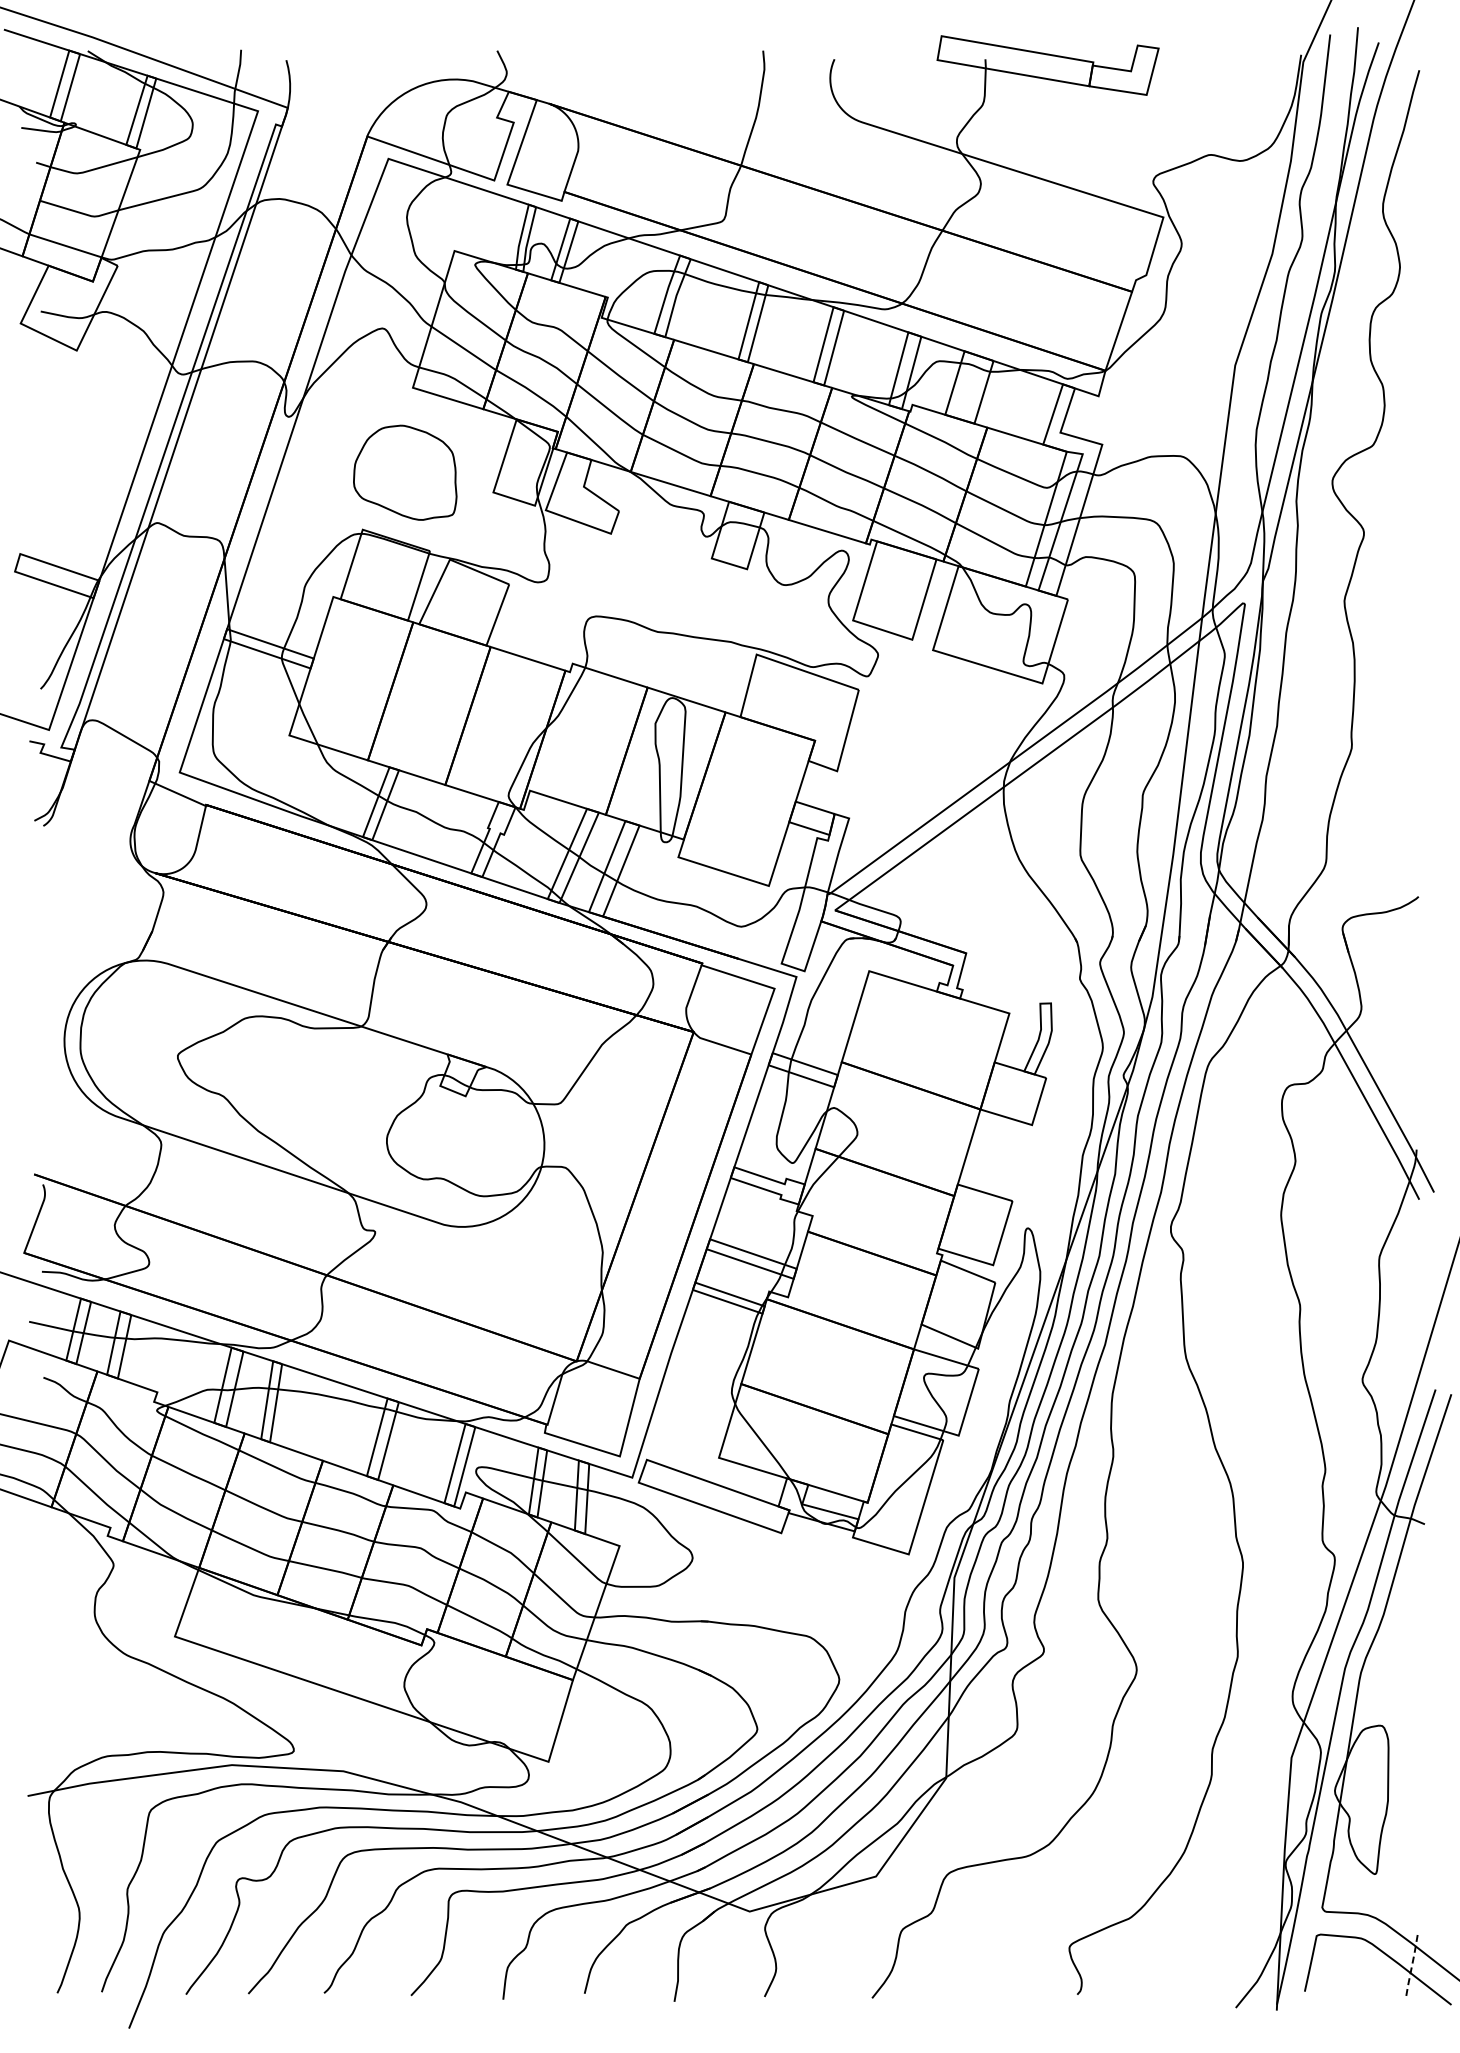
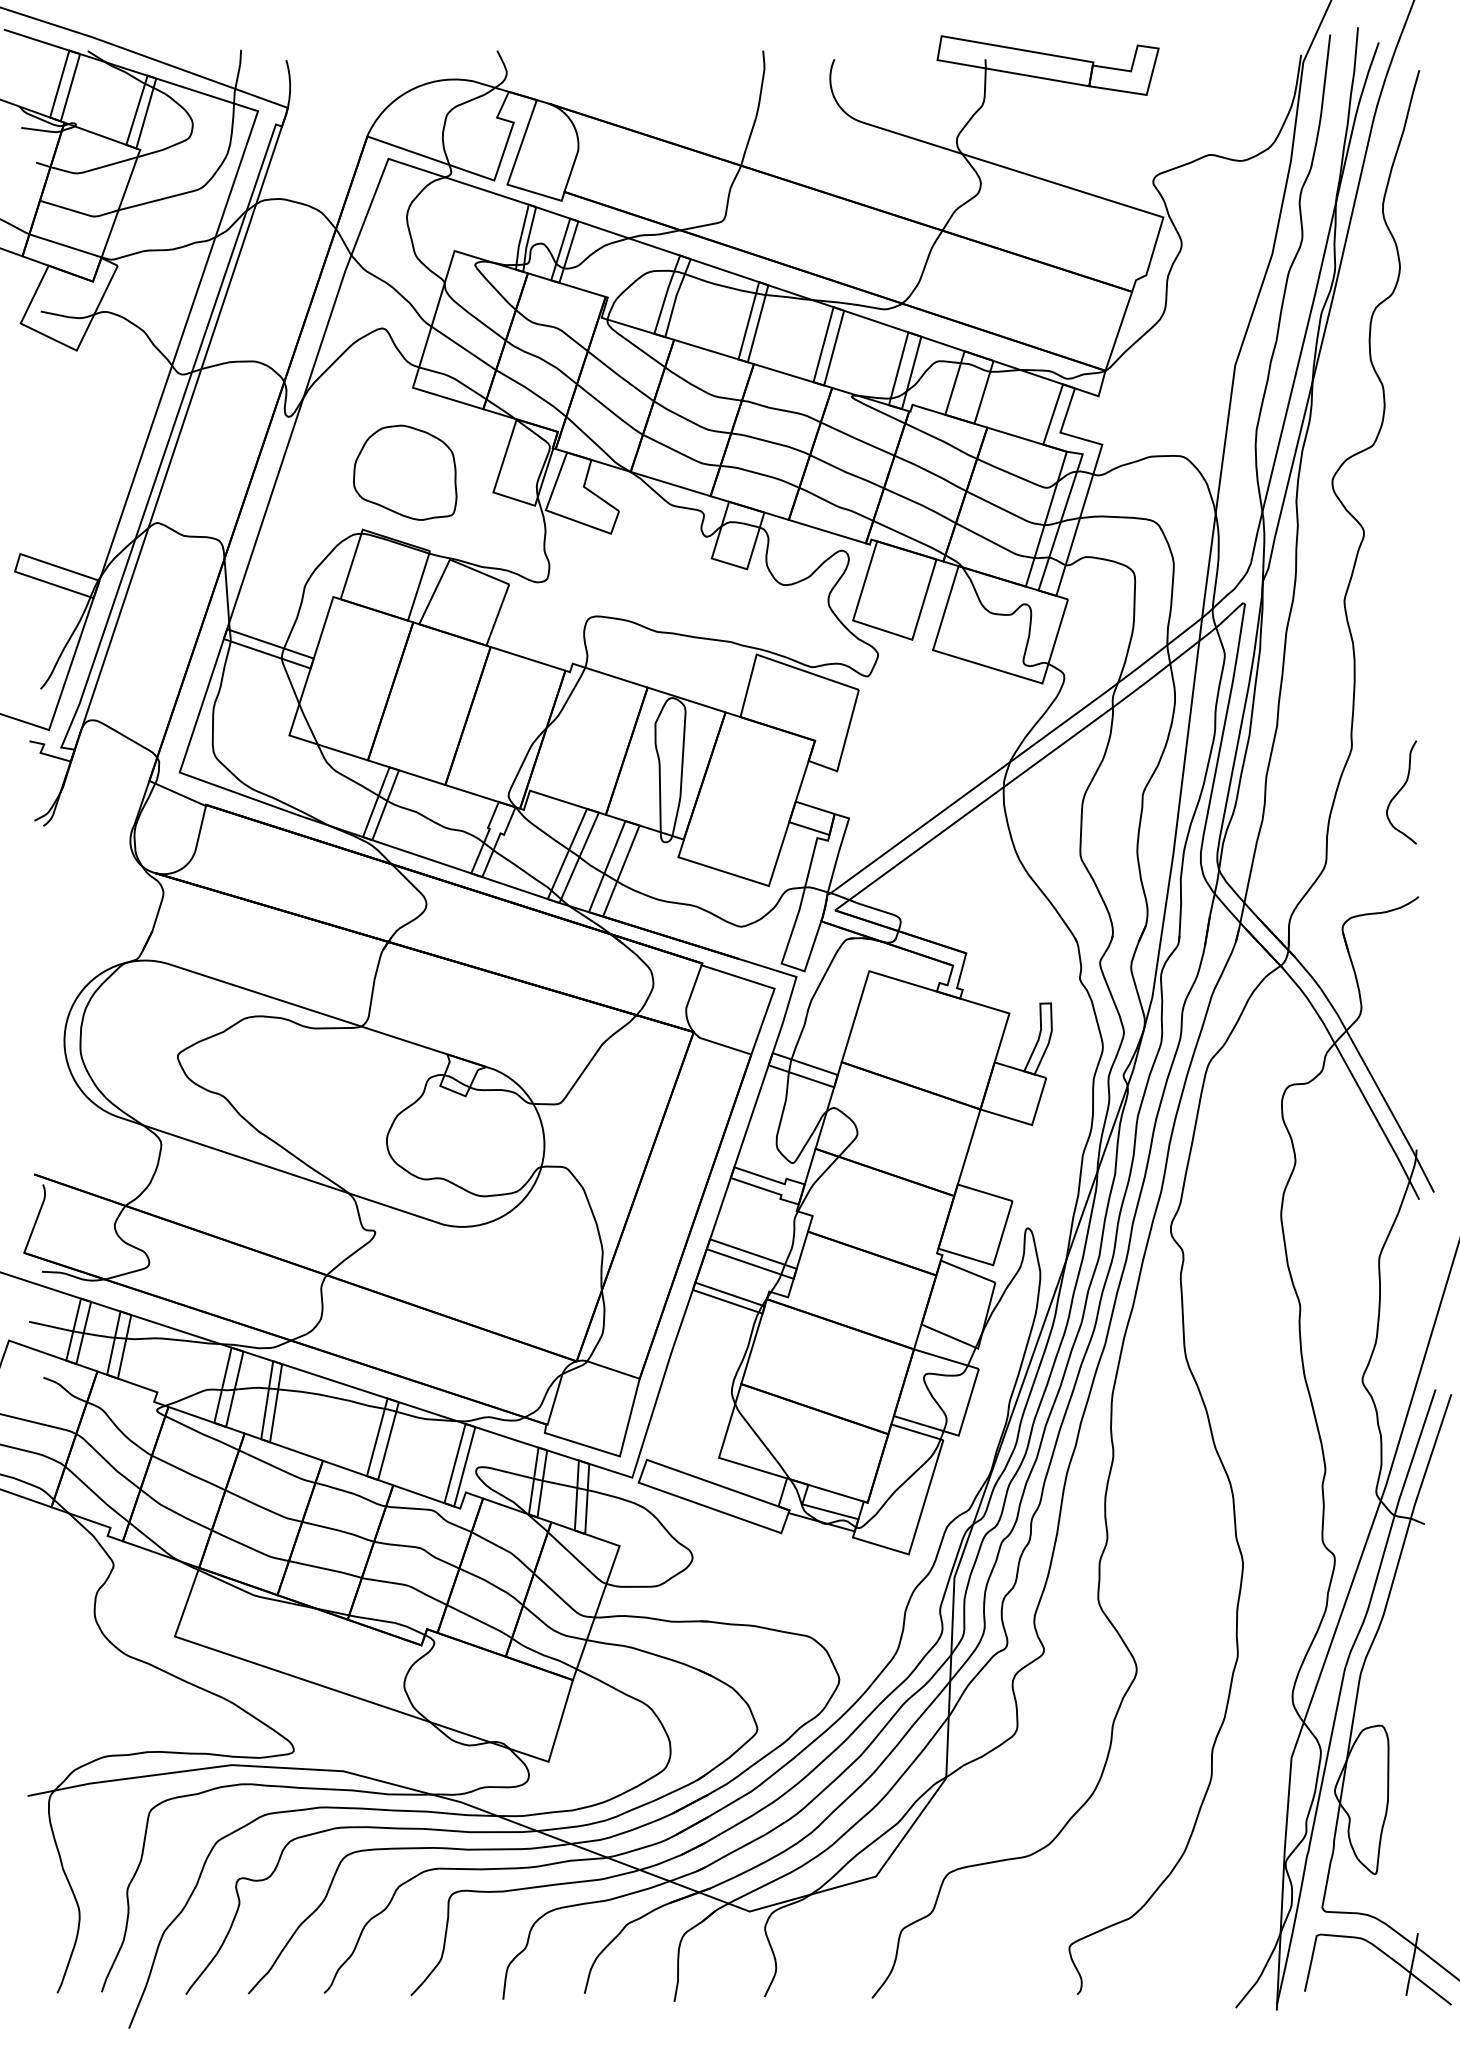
curve at (1400, 791): none -> present
line at (1412, 1964): dashed -> solid
